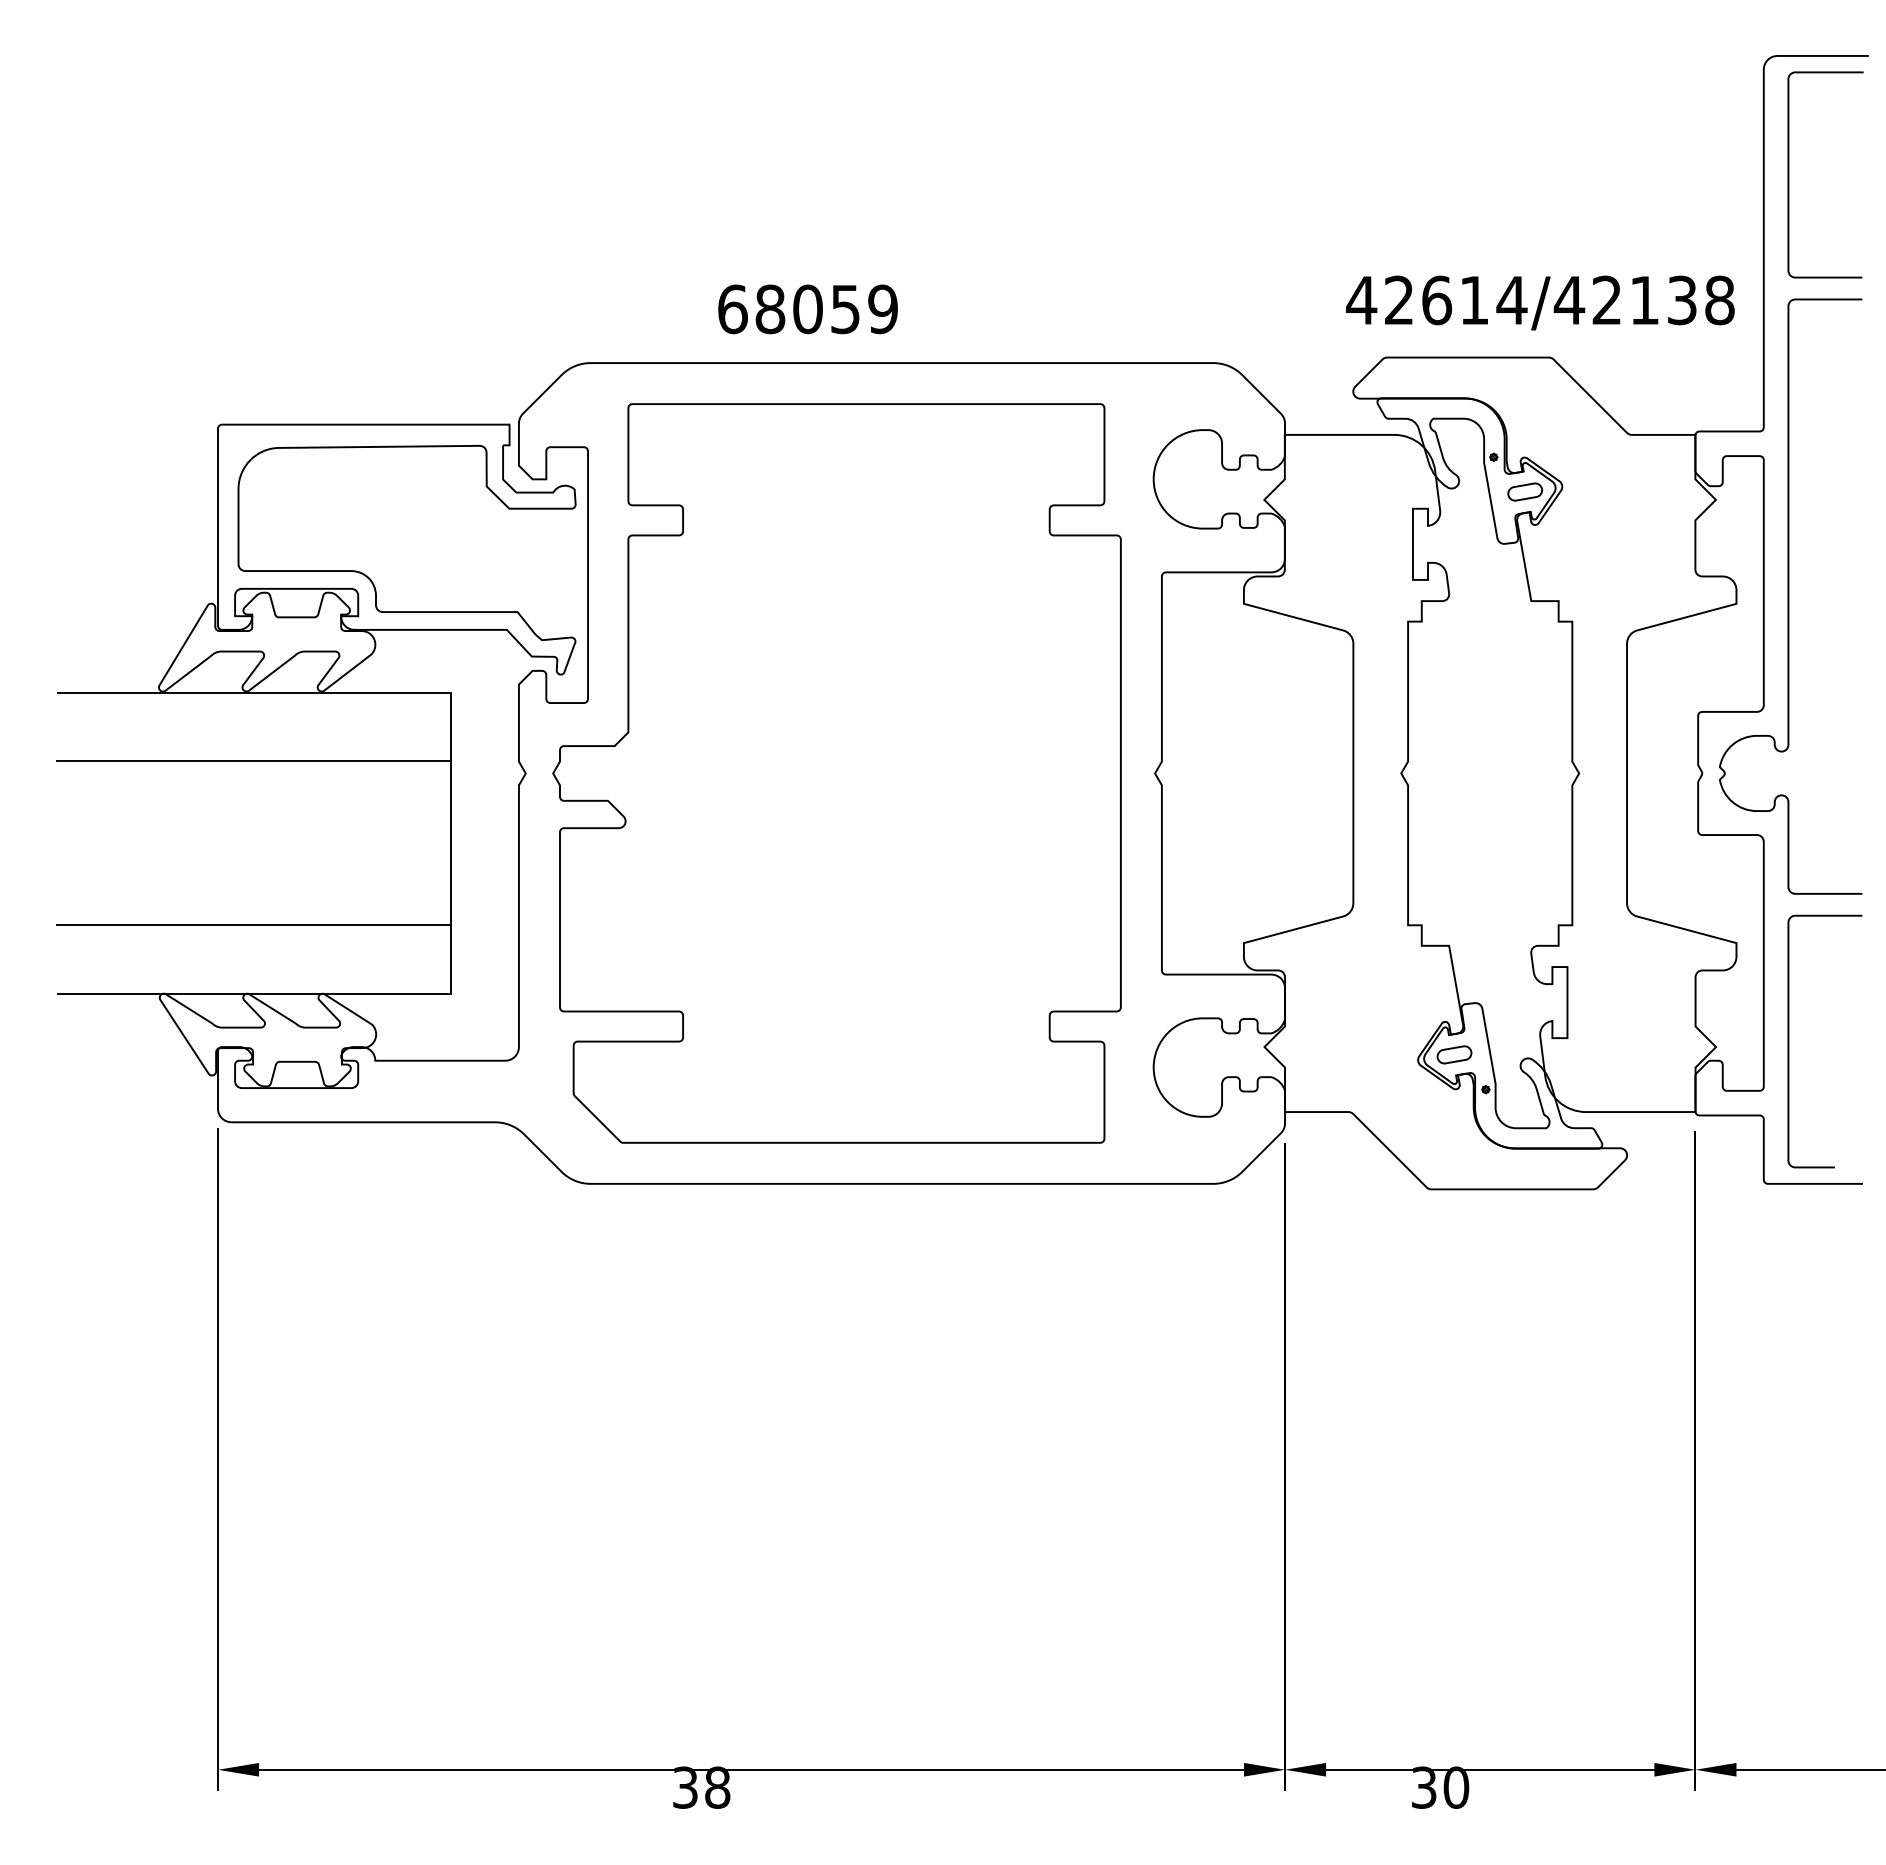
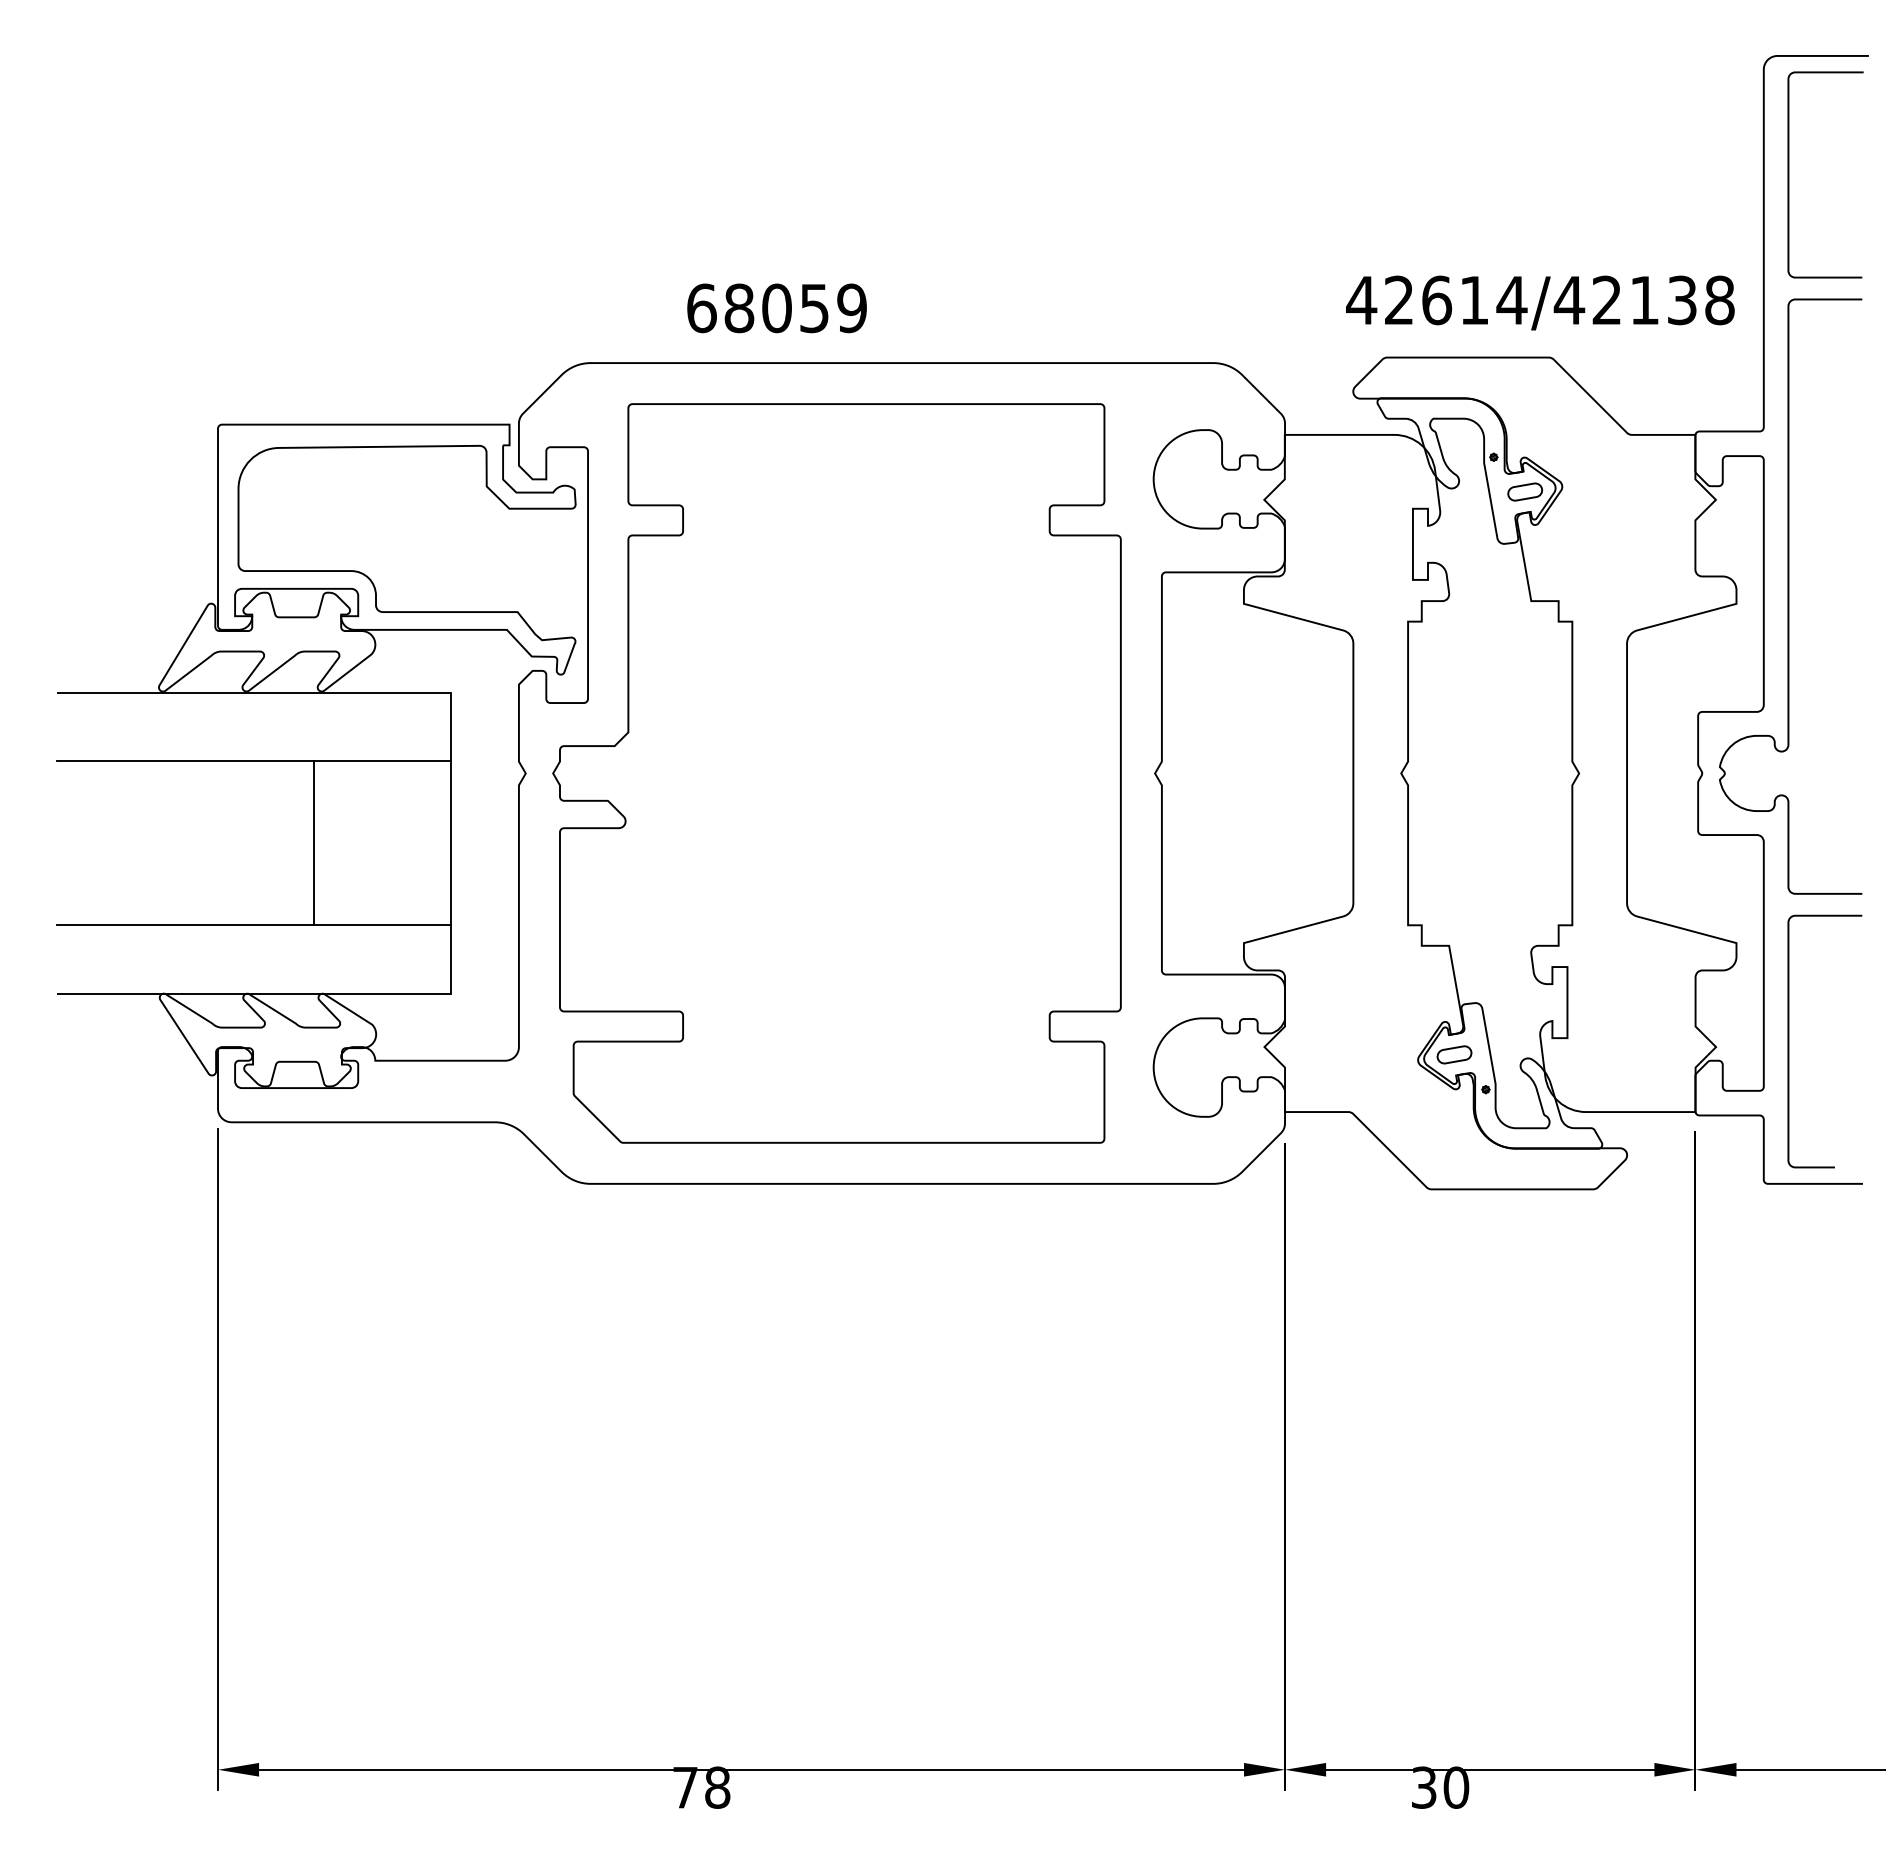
text at (807, 309) position: (807, 309) -> (776, 308)
line at (313, 843): none -> present
text at (685, 1787): 38 -> 78
